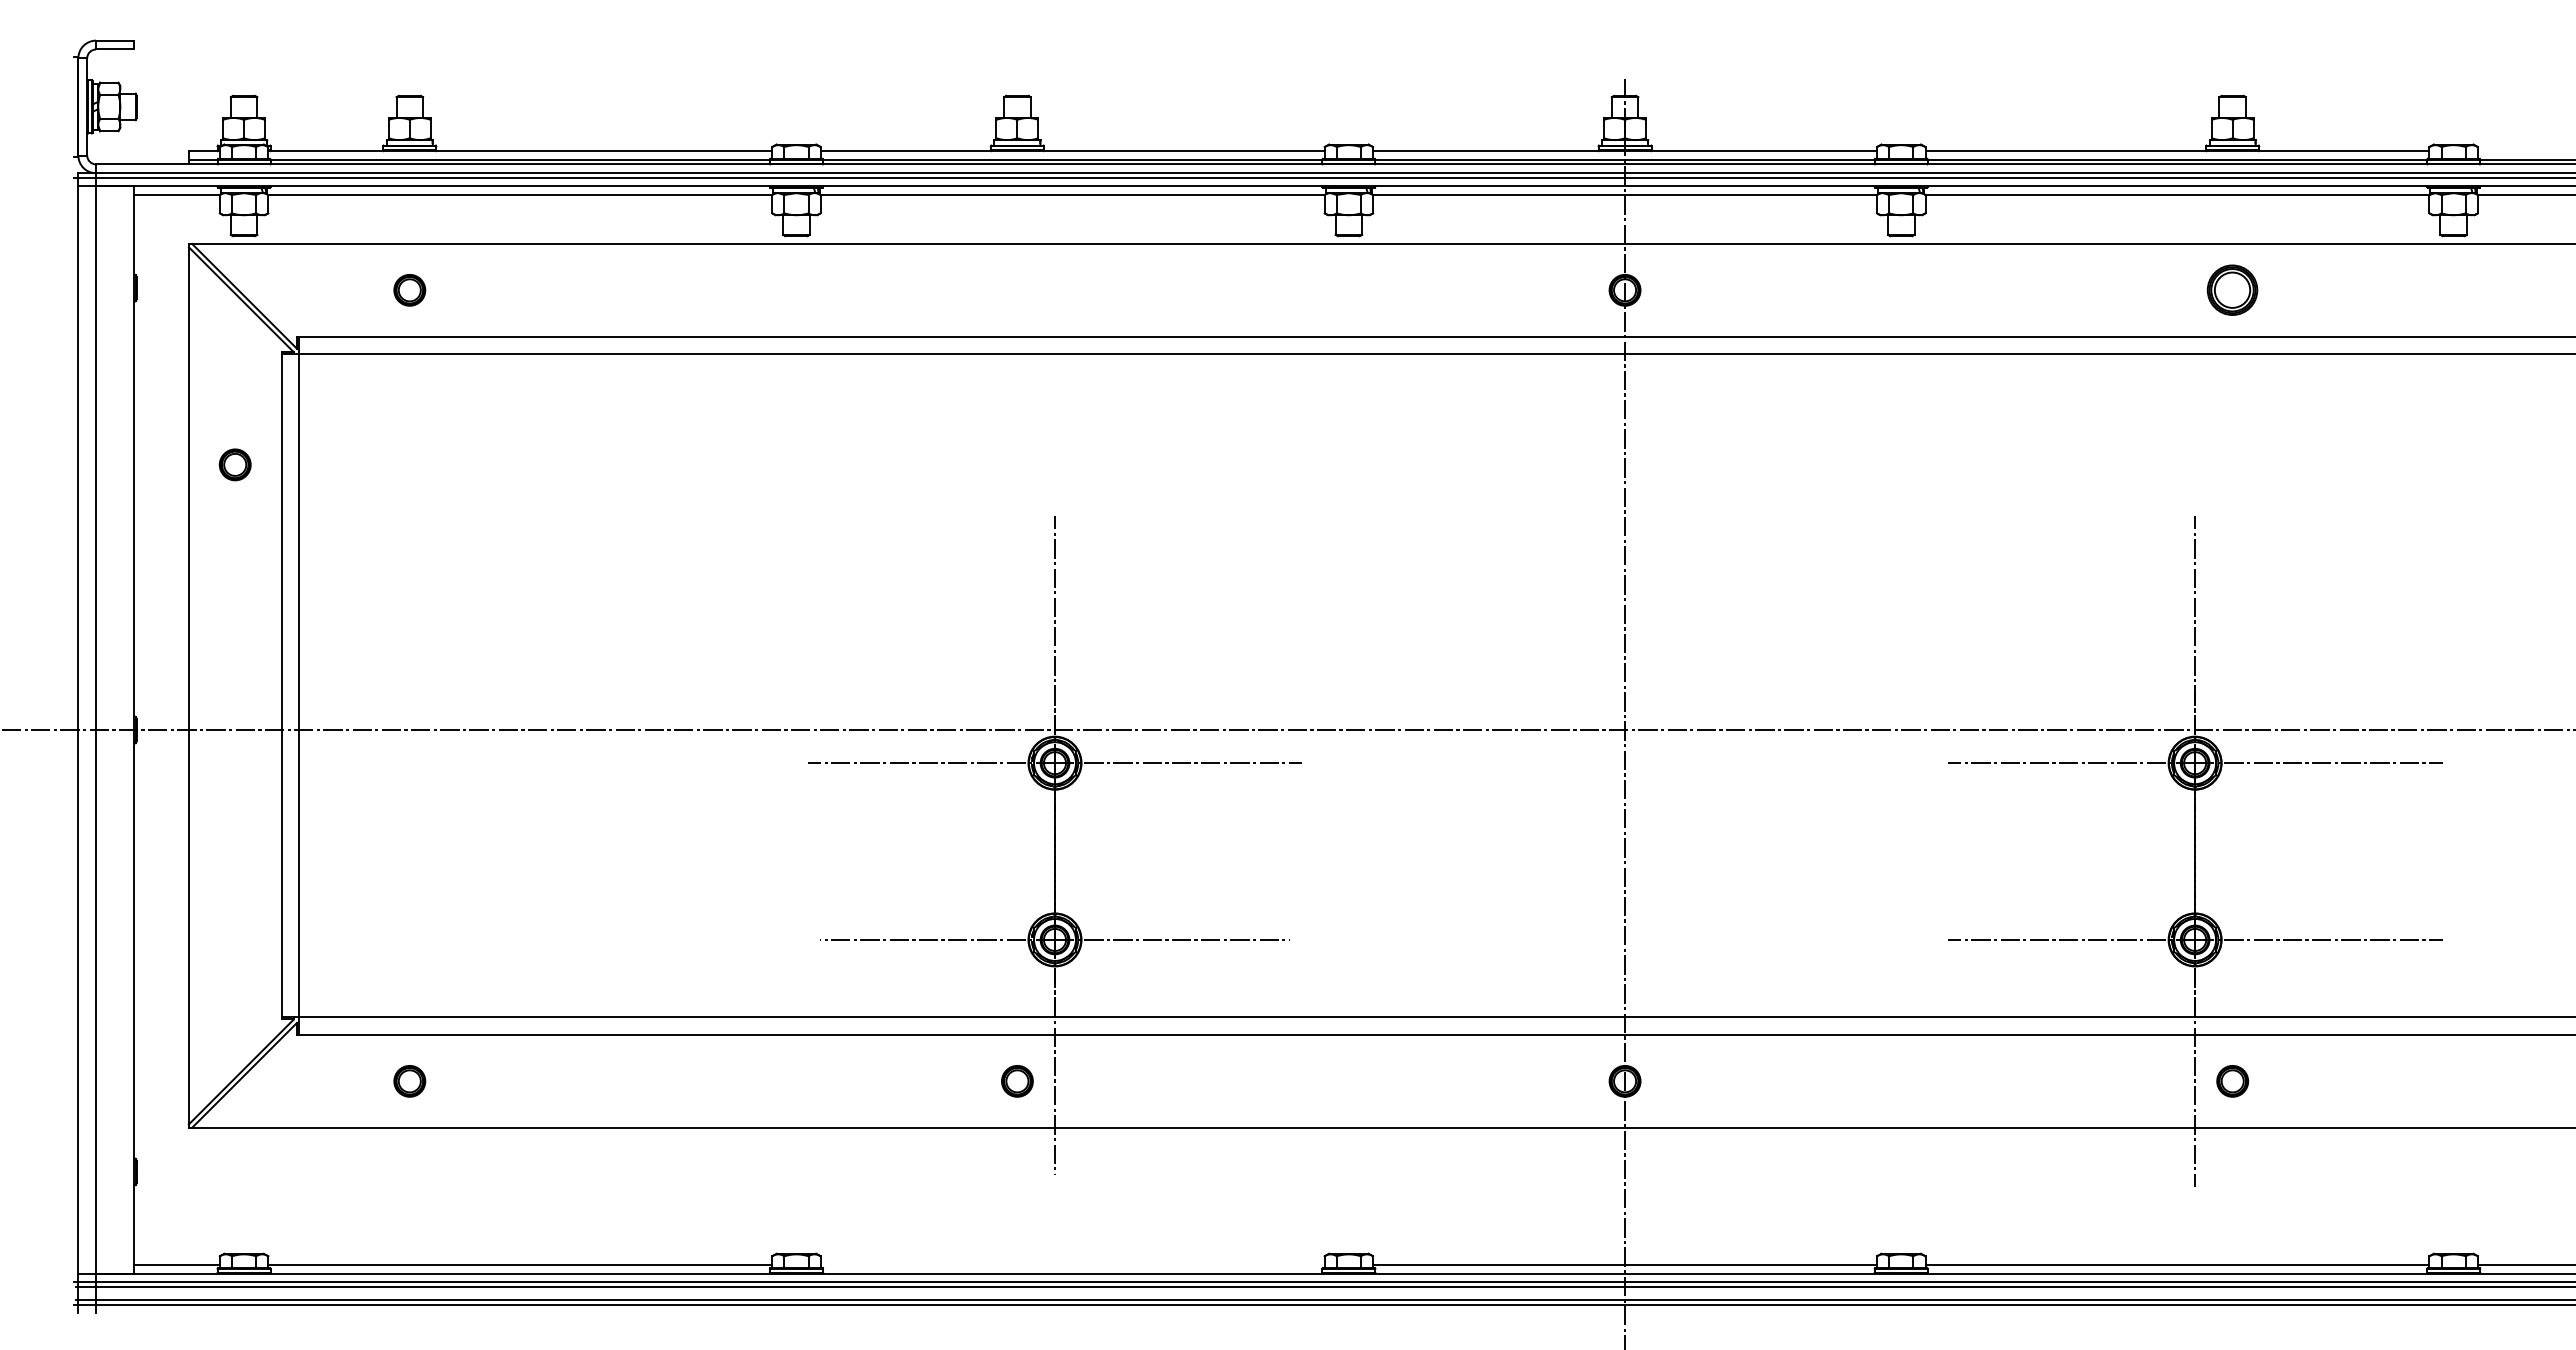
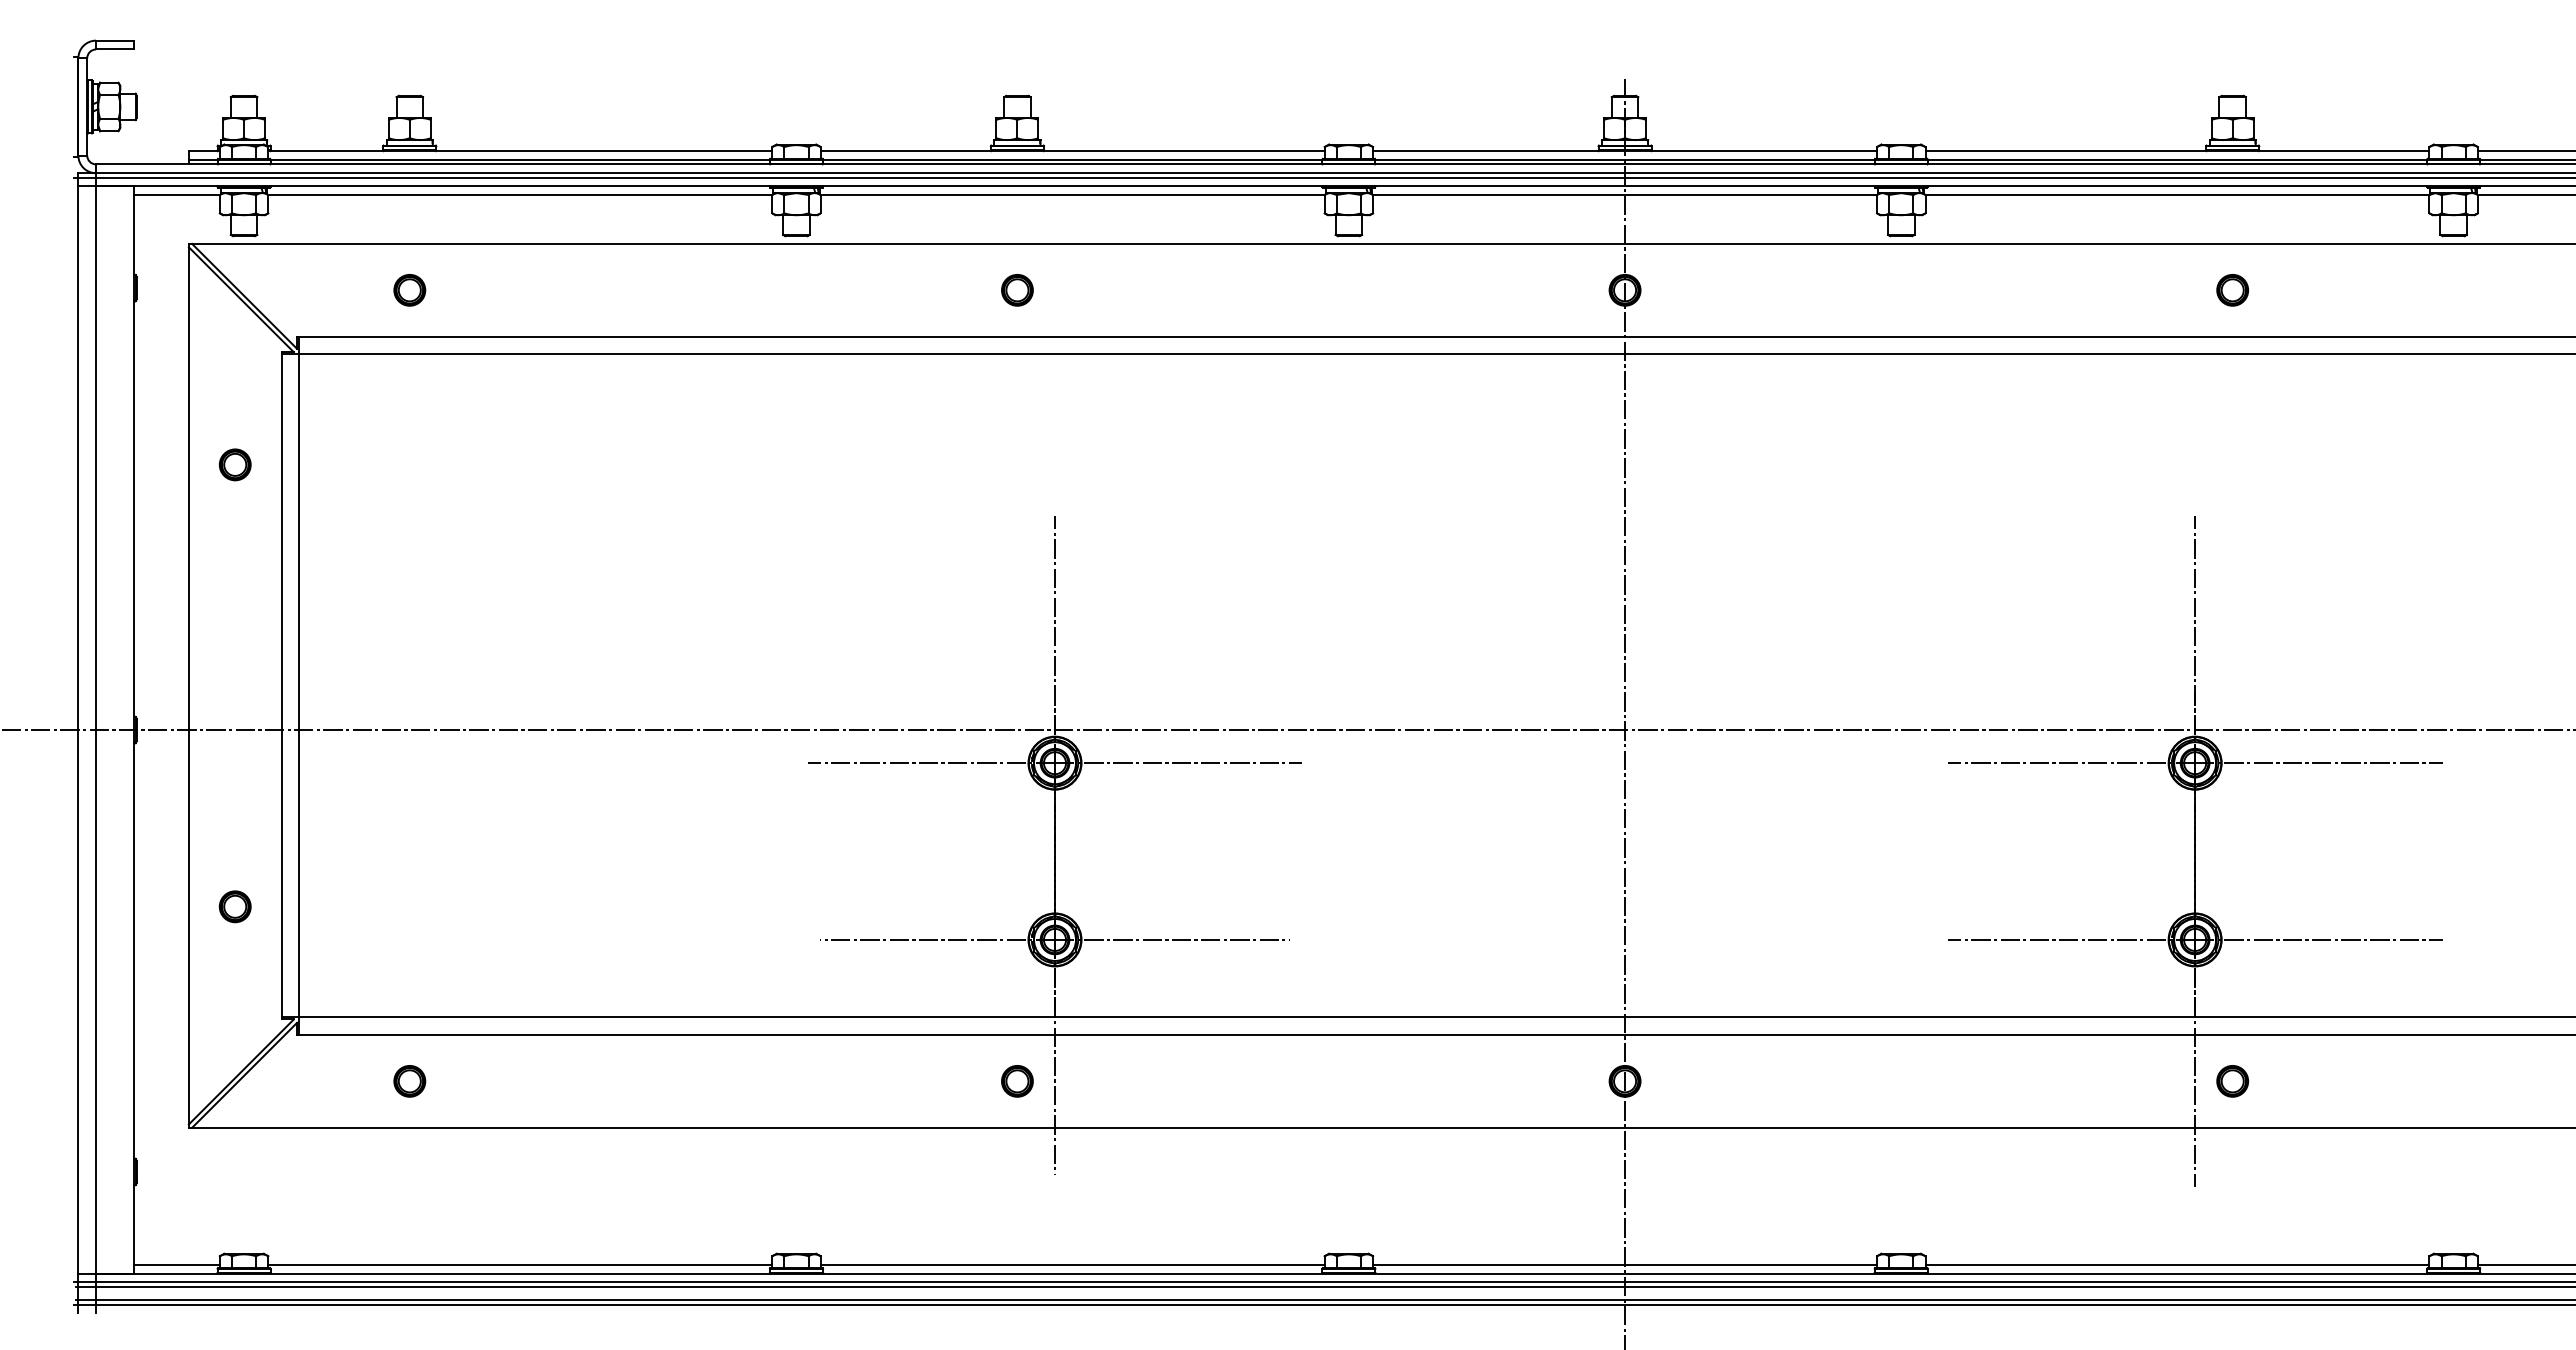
line at (2524, 151): none -> present
part at (2232, 289) size: 53x52 px -> 34x33 px
part at (1017, 290): none -> present
part at (234, 906): none -> present
line at (1072, 1264): none -> present
